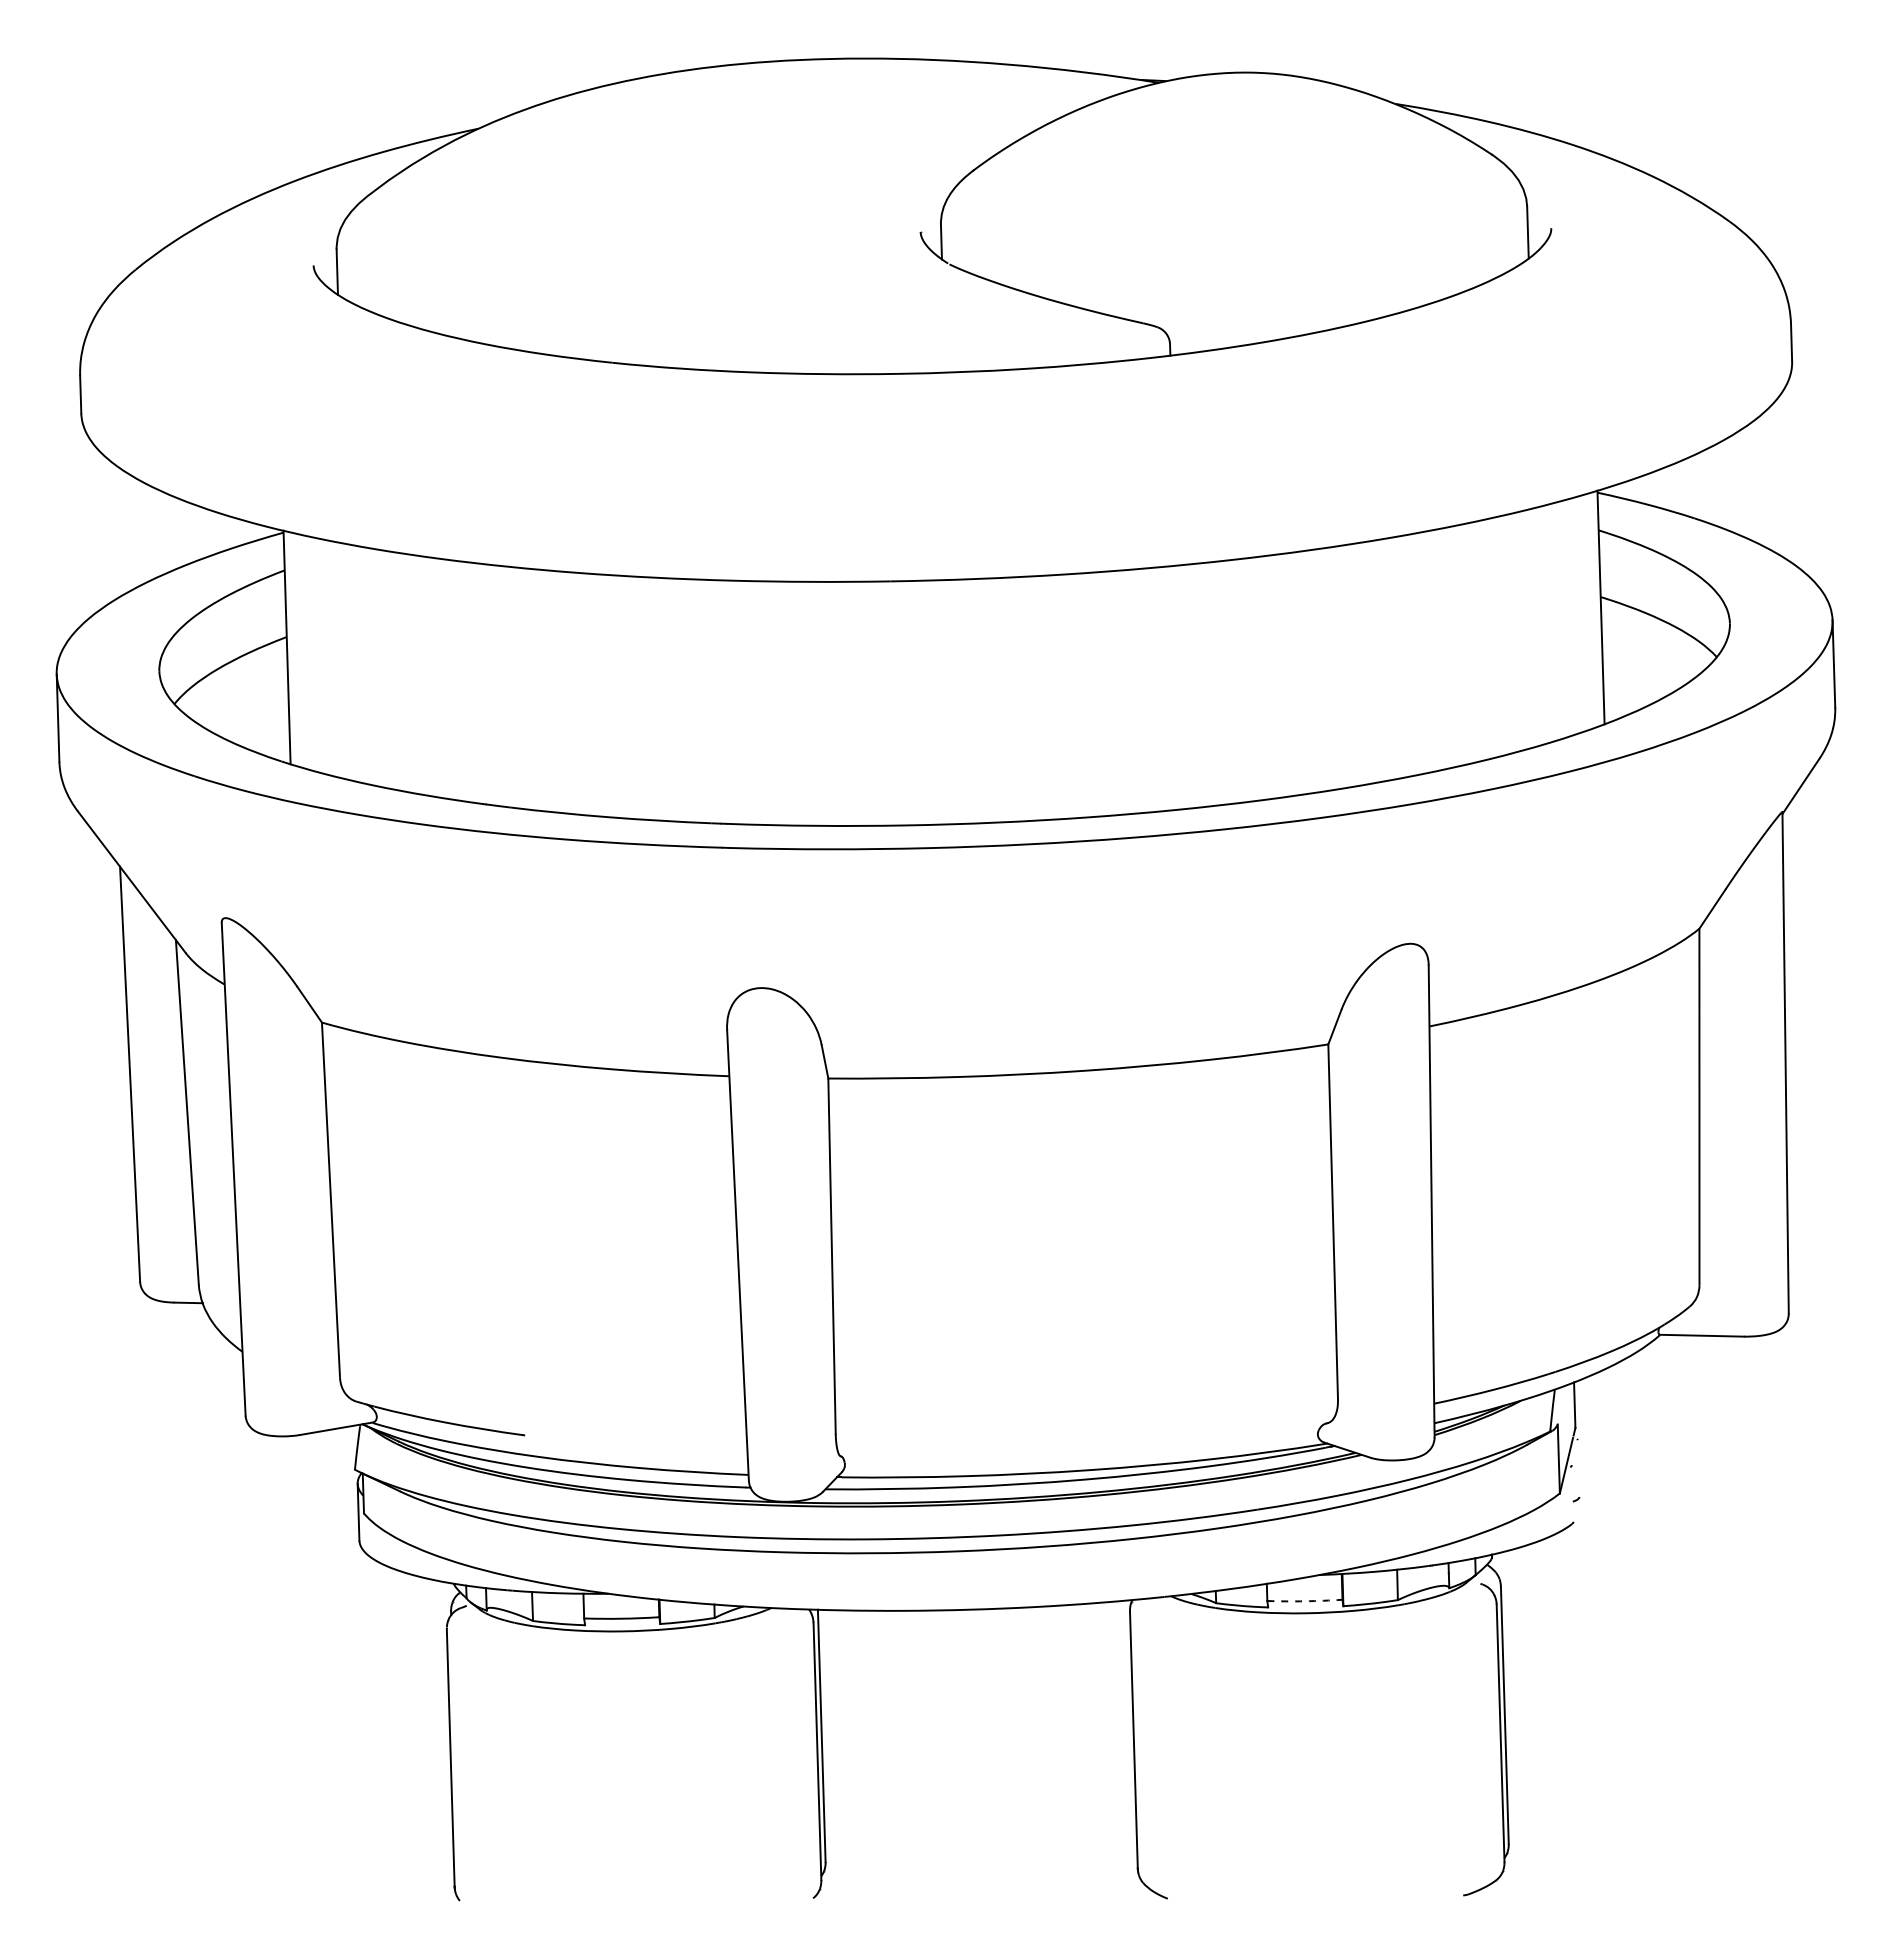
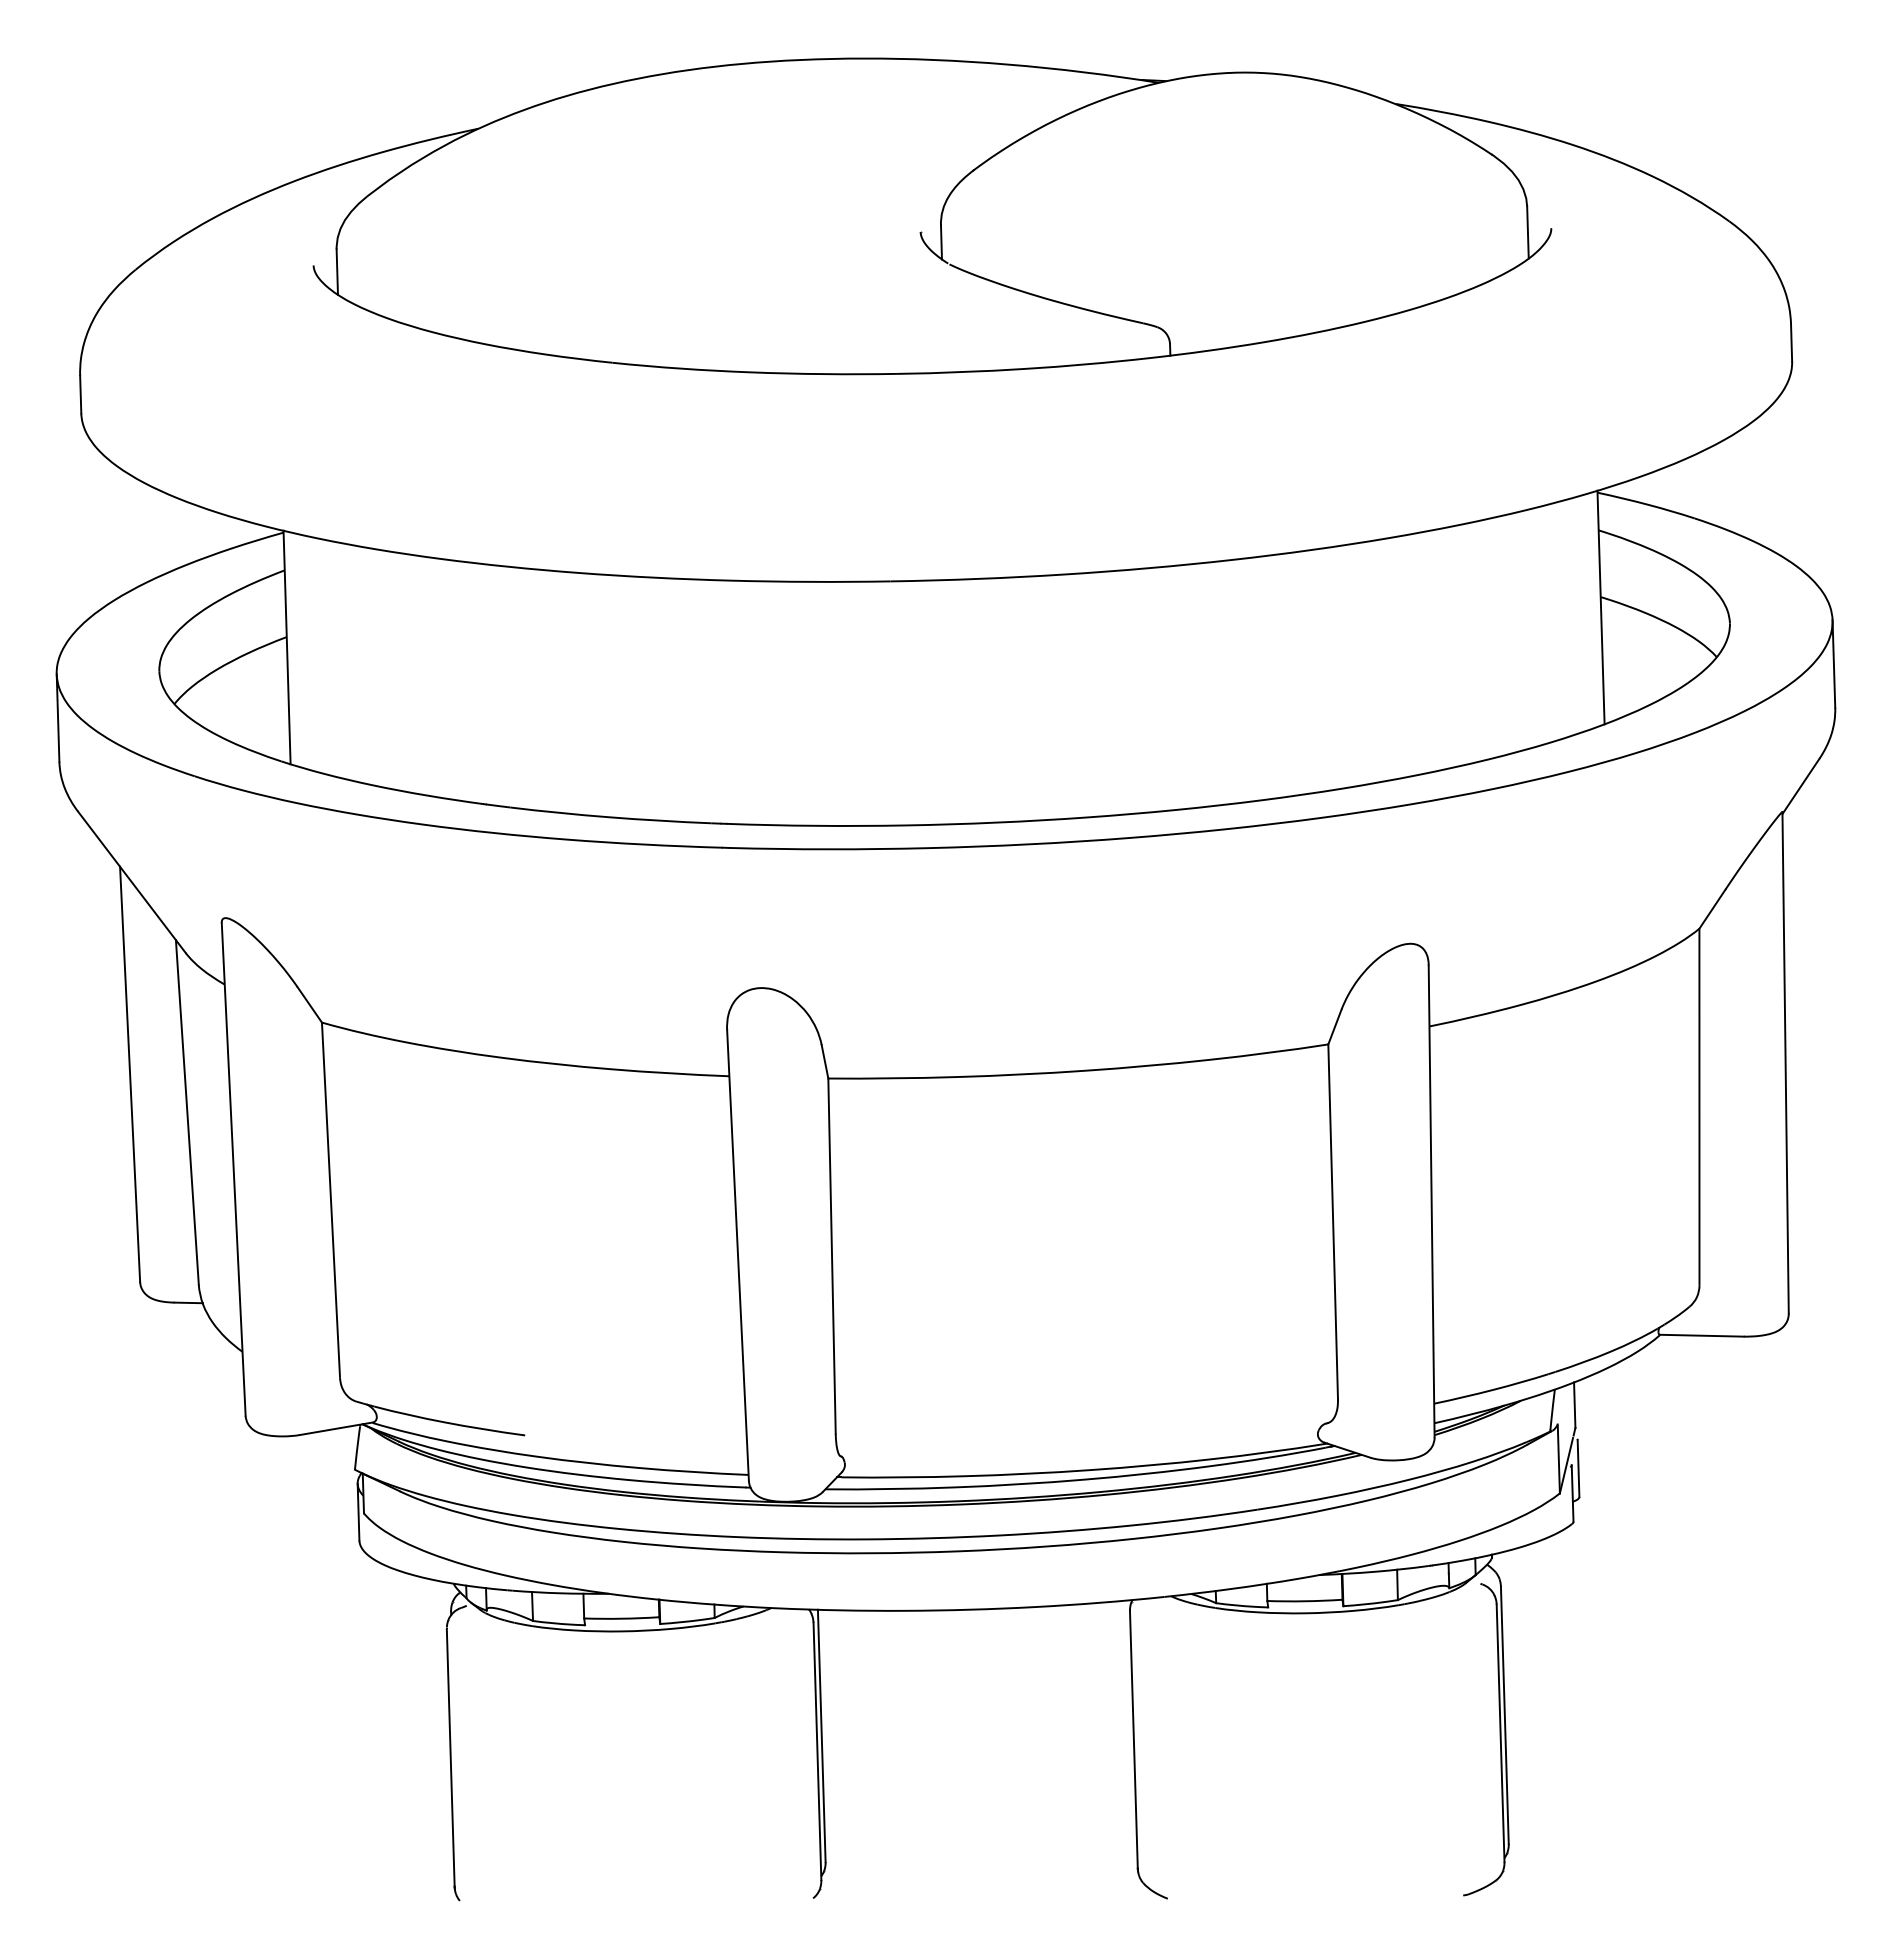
line at (1578, 1468): none -> present
line at (1572, 1493): none -> present
arc at (1304, 1601): dashed -> solid
